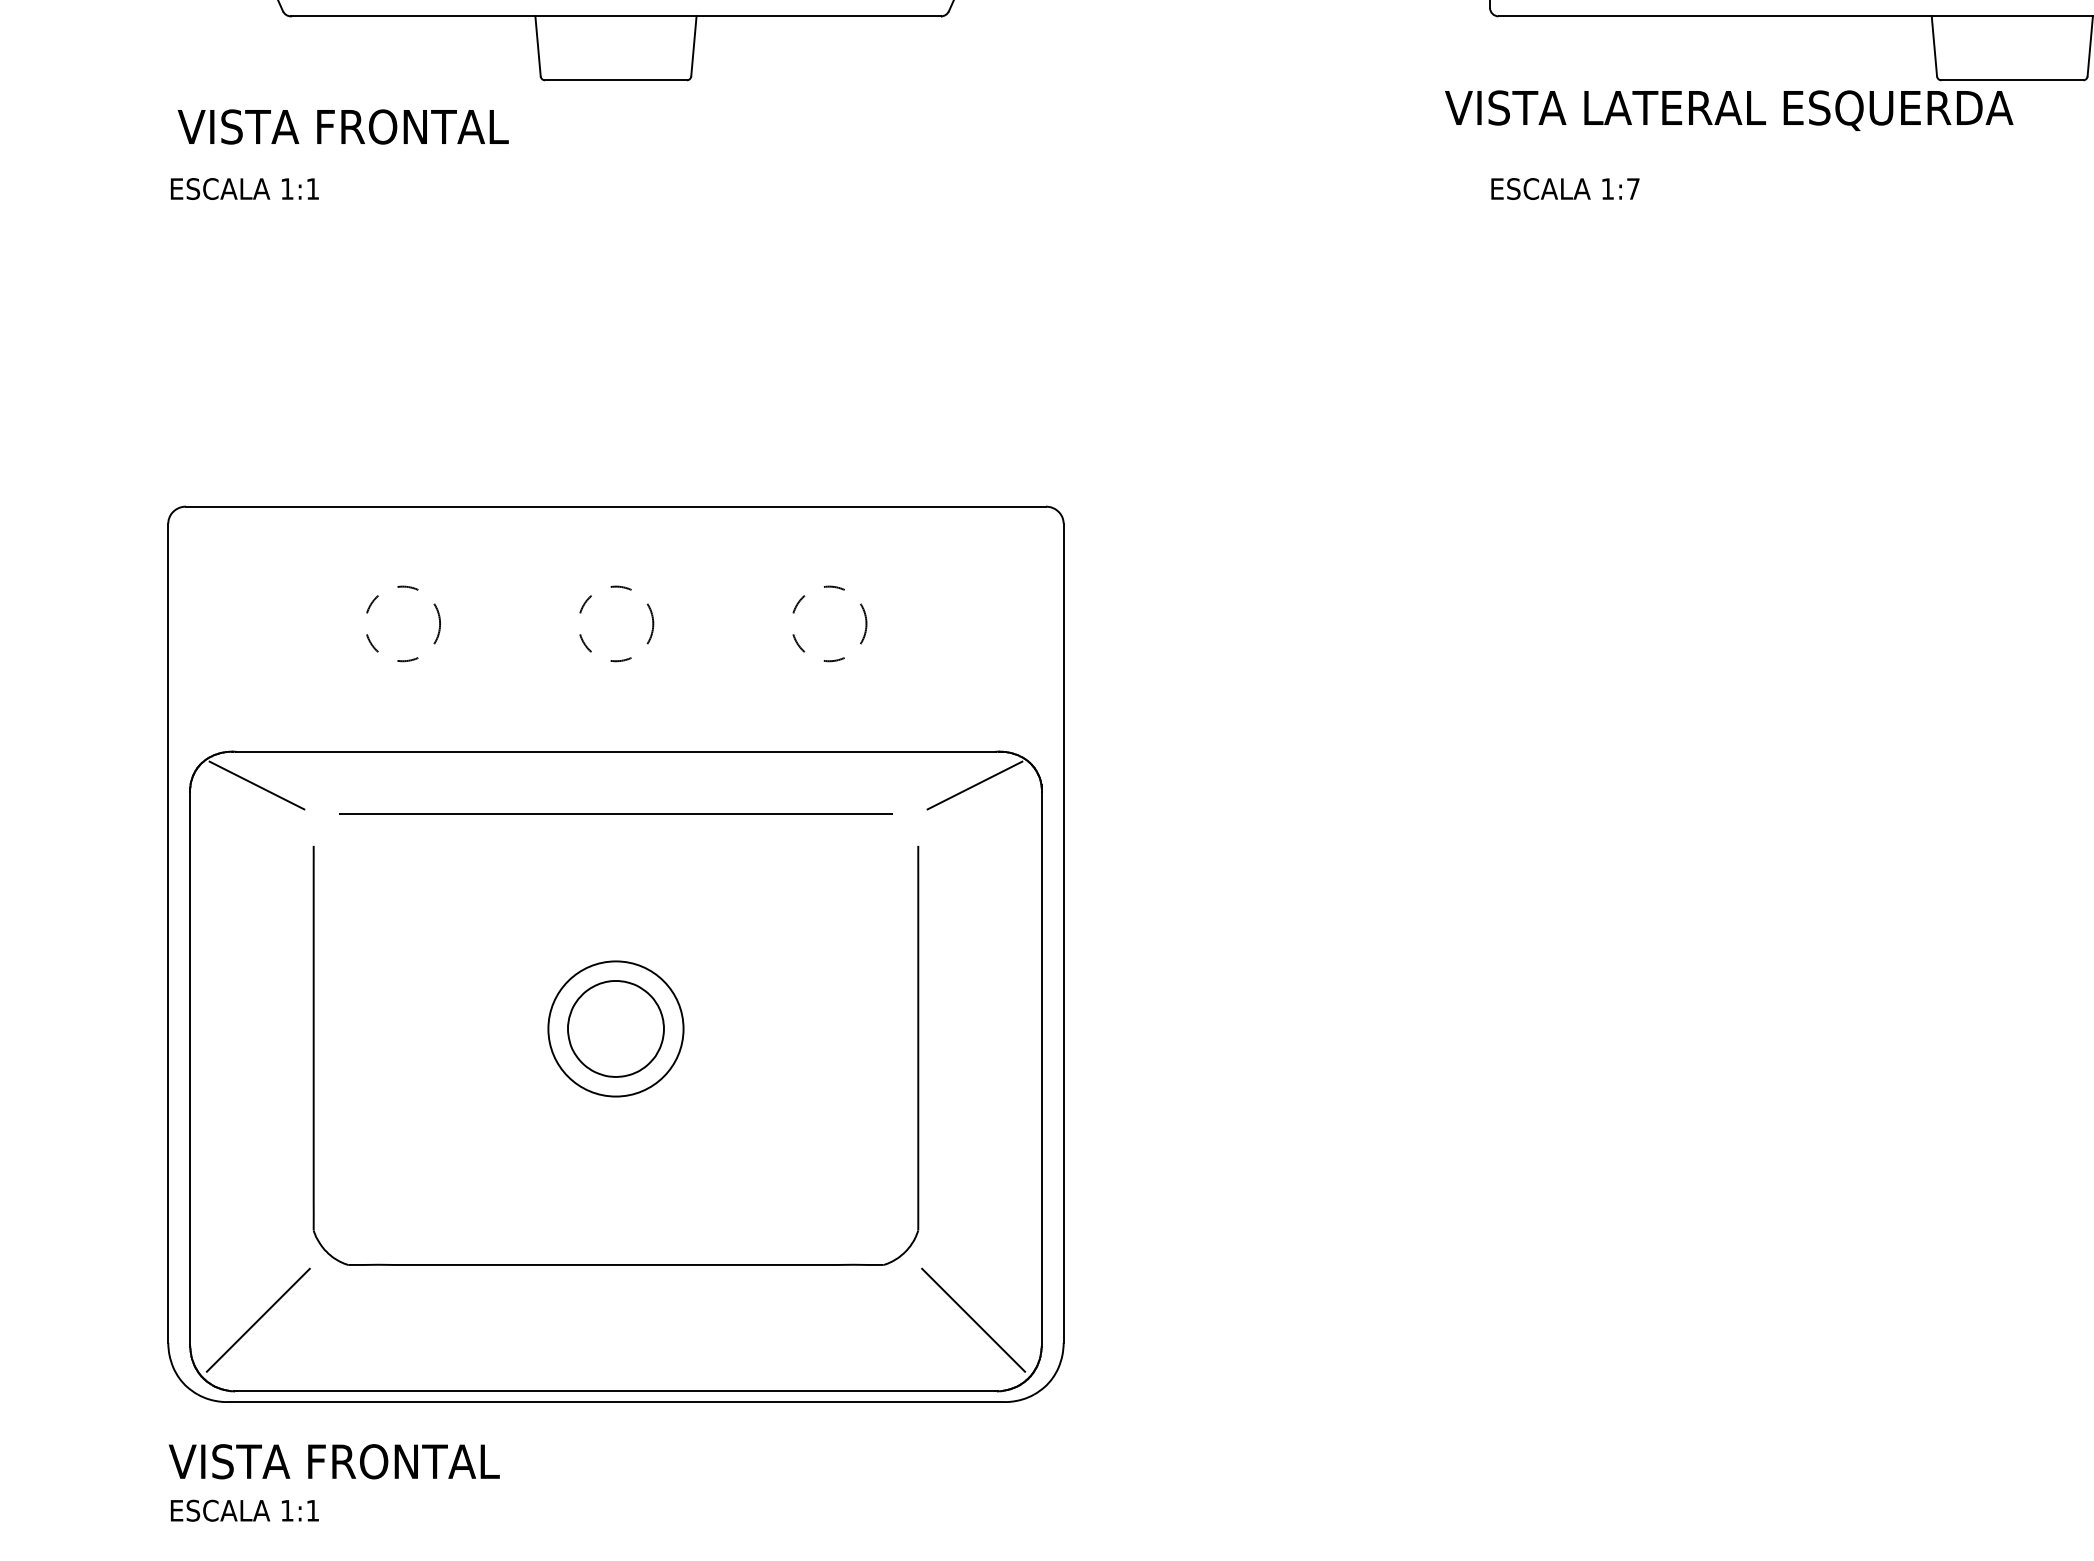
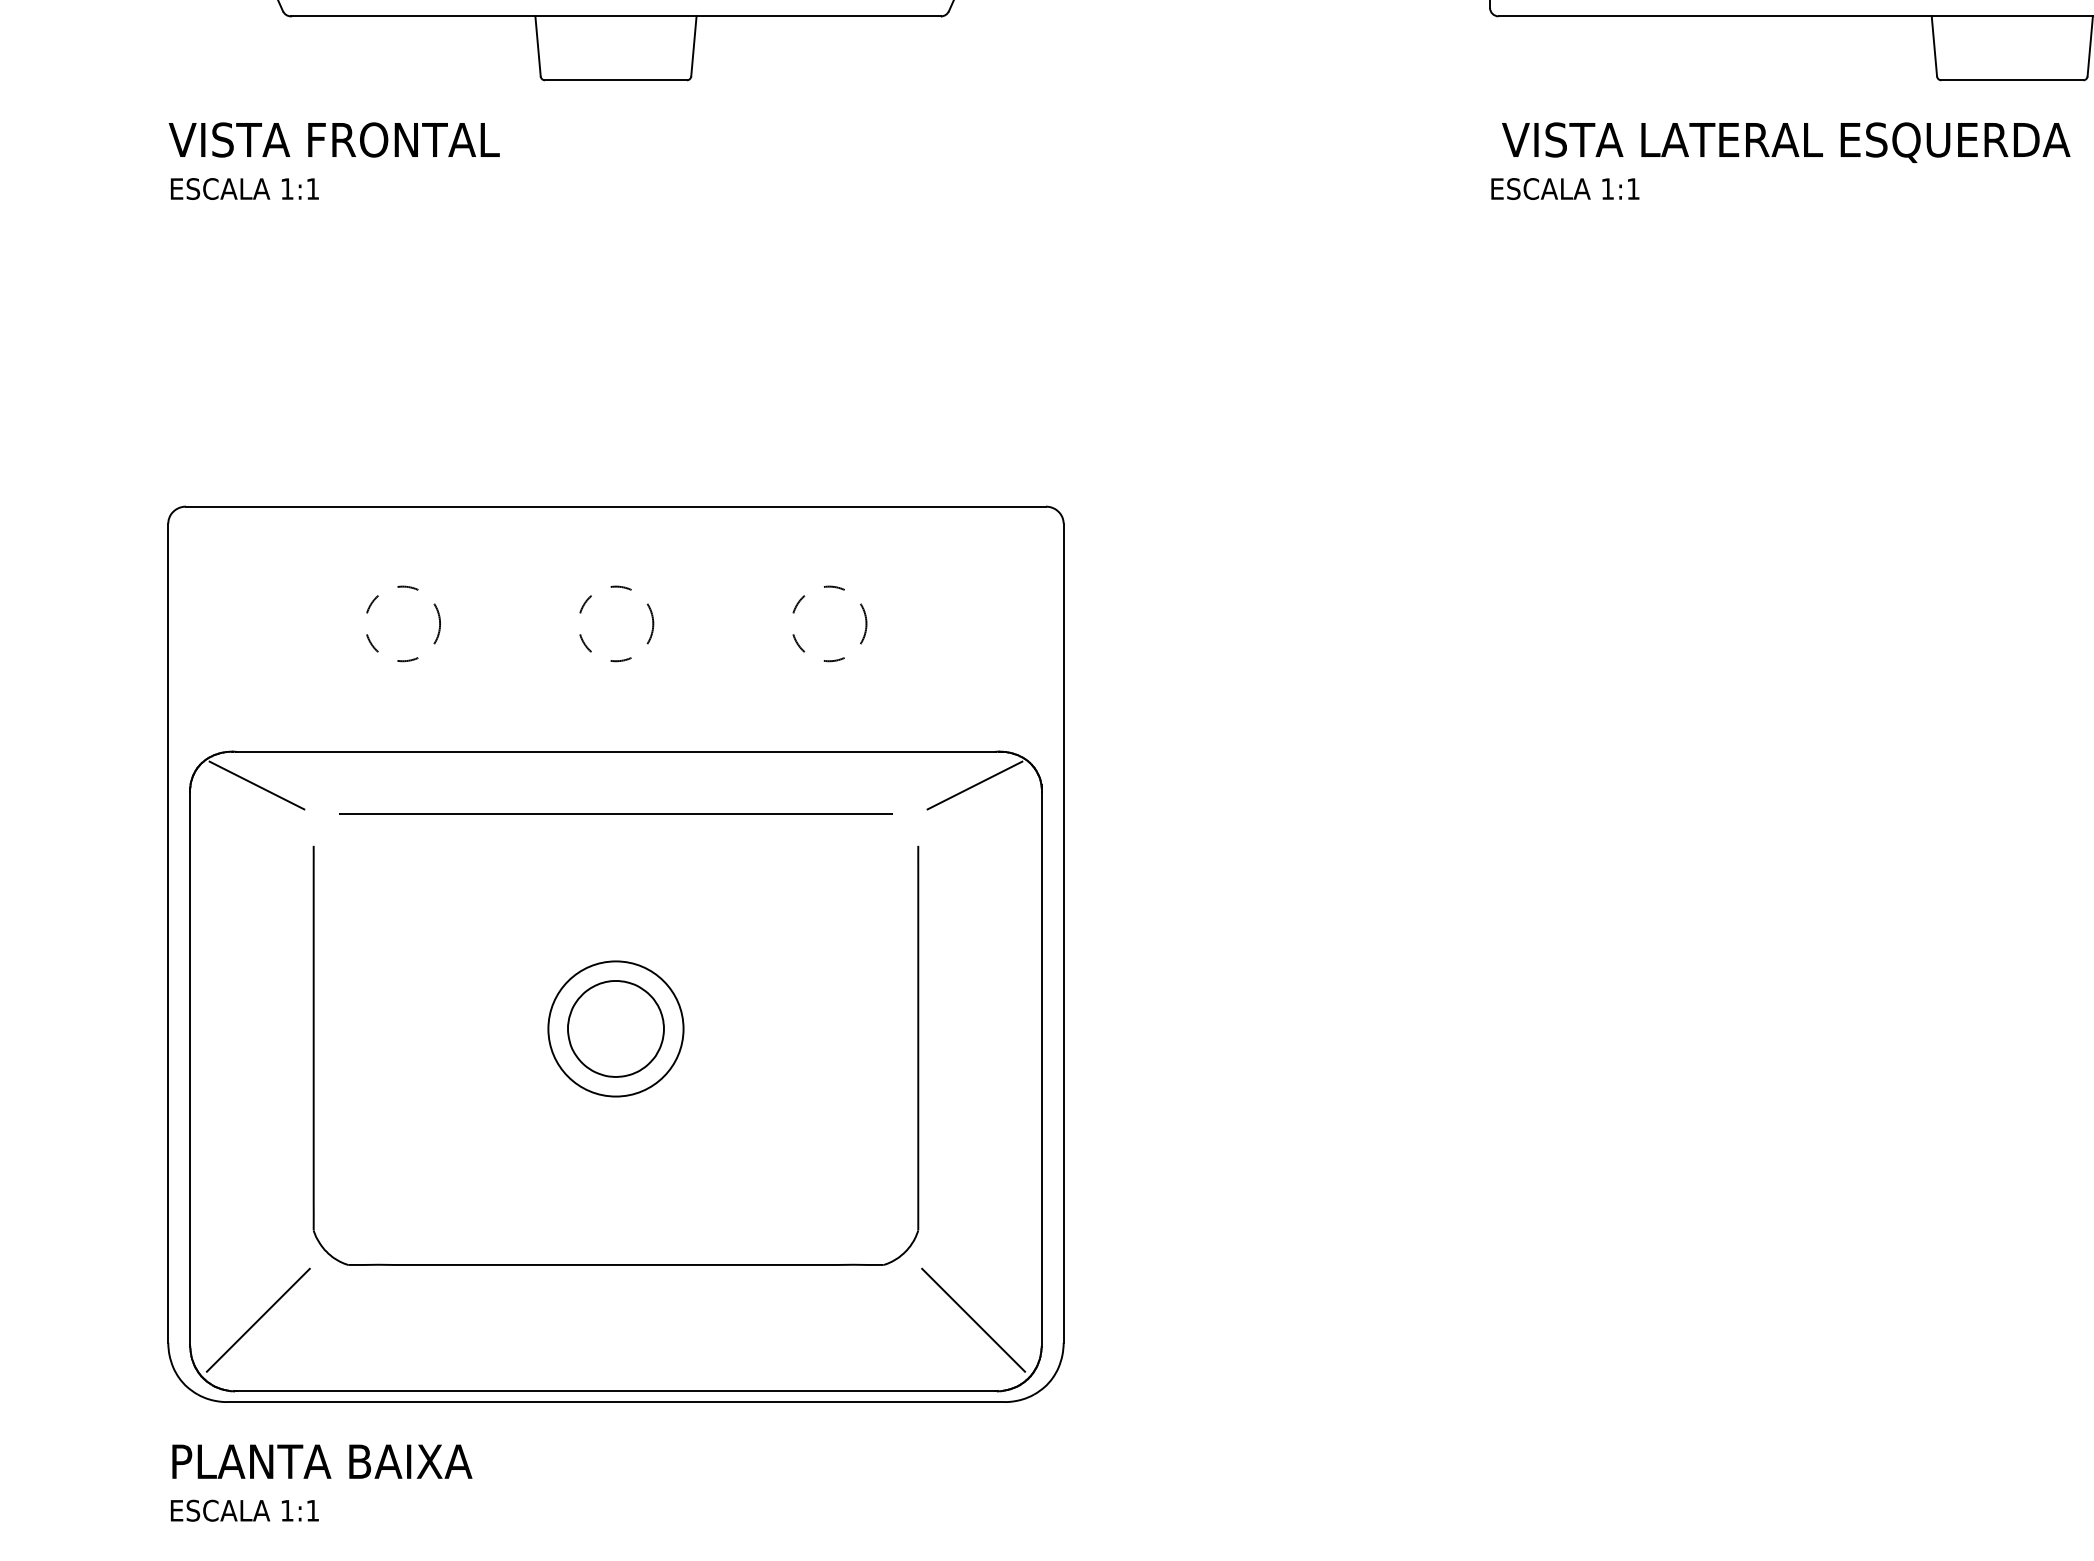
text at (1729, 110) position: (1729, 110) -> (1786, 142)
text at (342, 126) position: (342, 126) -> (333, 139)
text at (1633, 188): 1:7 -> 1:1
text at (333, 1461): VISTA FRONTAL -> PLANTA BAIXA
